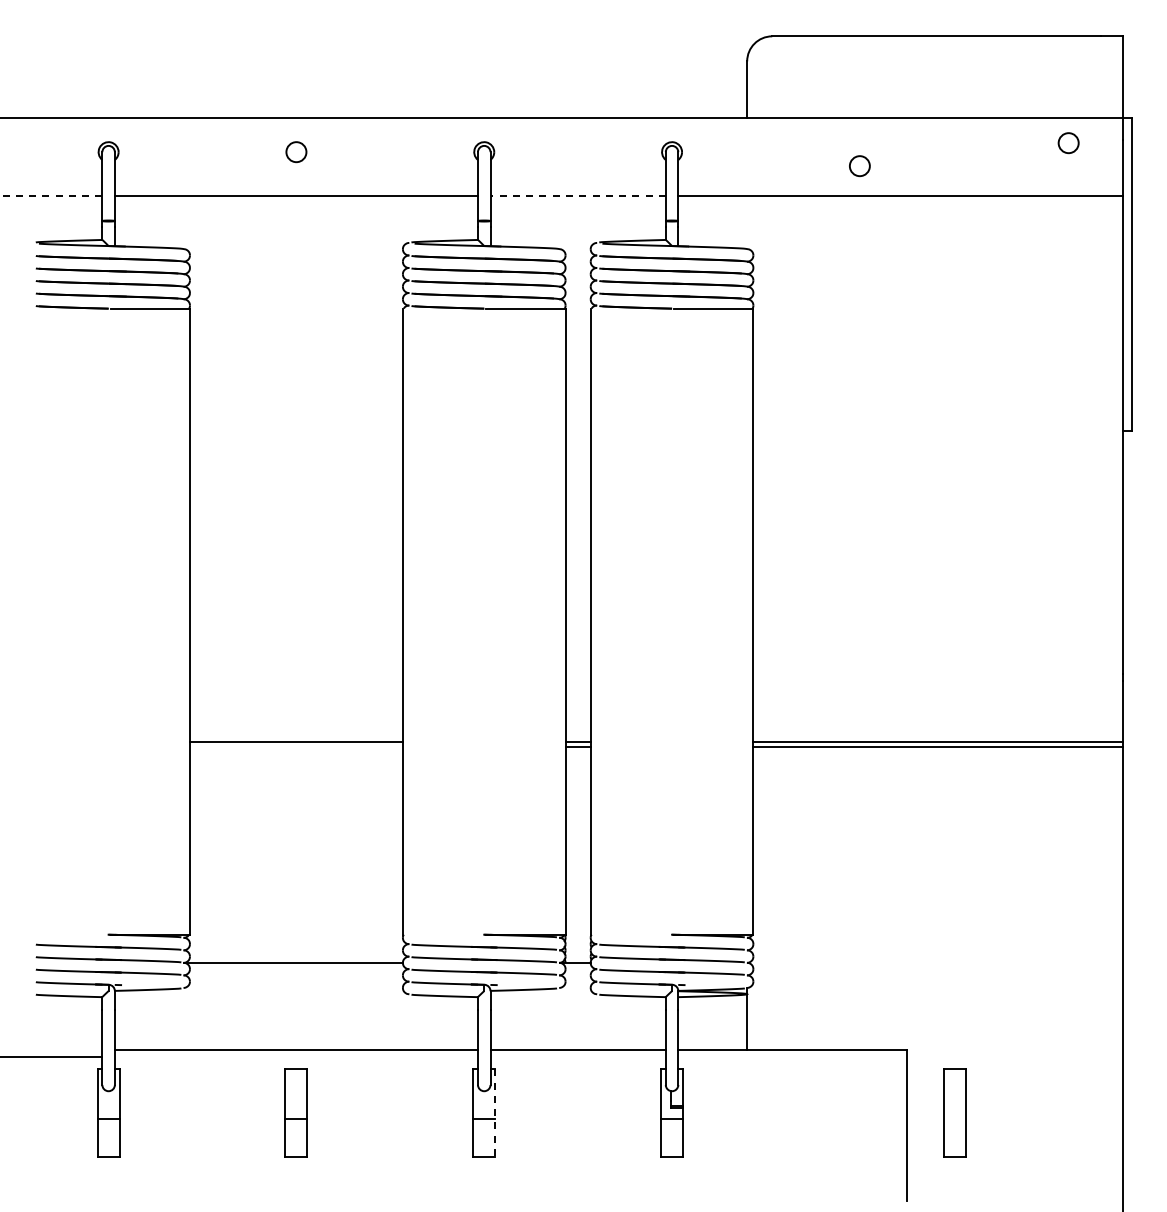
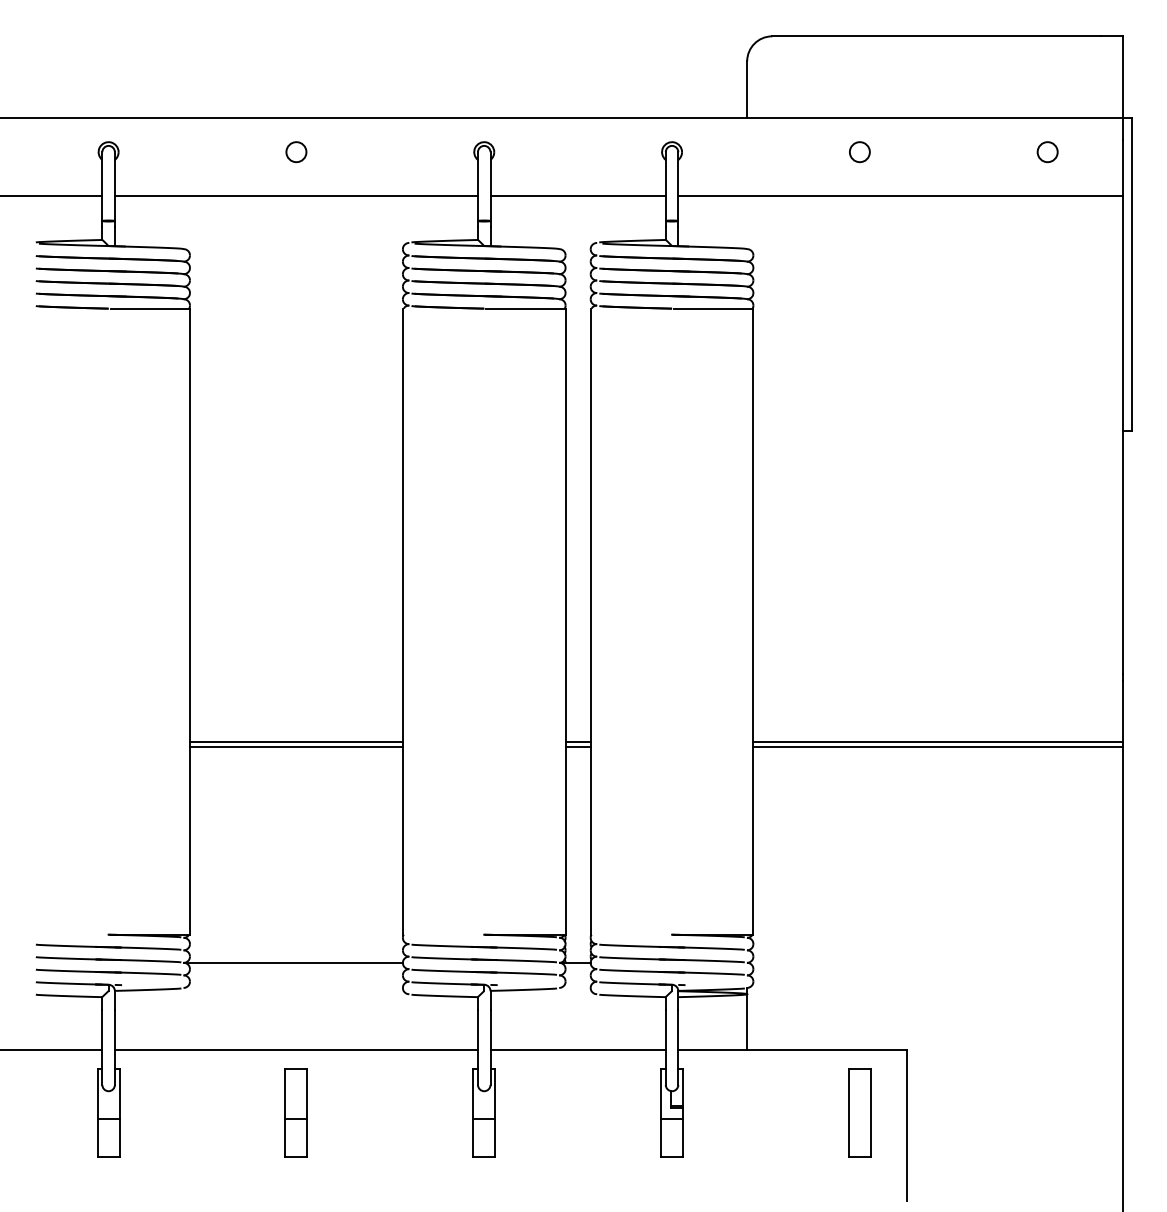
circle at (1068, 143) position: (1068, 143) -> (1047, 152)
circle at (859, 166) position: (859, 166) -> (859, 152)
line at (51, 195): dashed -> solid
line at (578, 195): dashed -> solid
line at (296, 746): none -> present
line at (52, 1057) position: (52, 1057) -> (52, 1050)
part at (954, 1112) position: (954, 1112) -> (859, 1112)
line at (495, 1113): dashed -> solid
